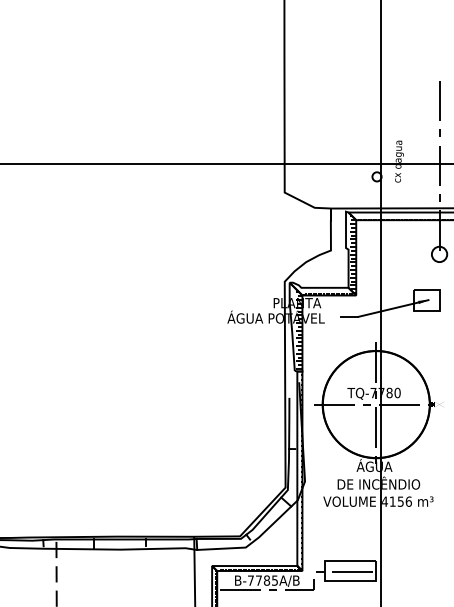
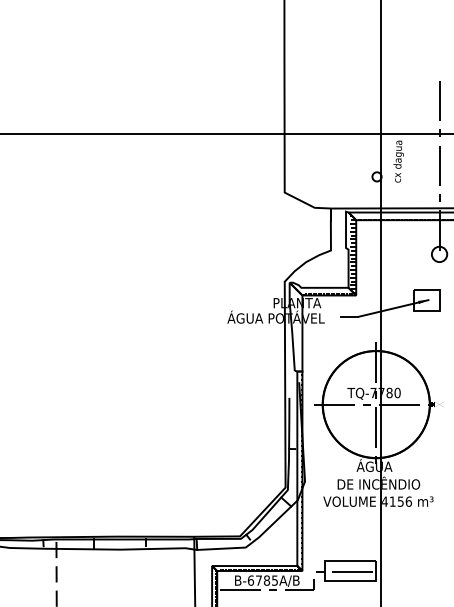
line at (226, 163) position: (226, 163) -> (226, 133)
hatch at (299, 330): present -> none
text at (250, 580): B-7785A/B -> B-6785A/B
